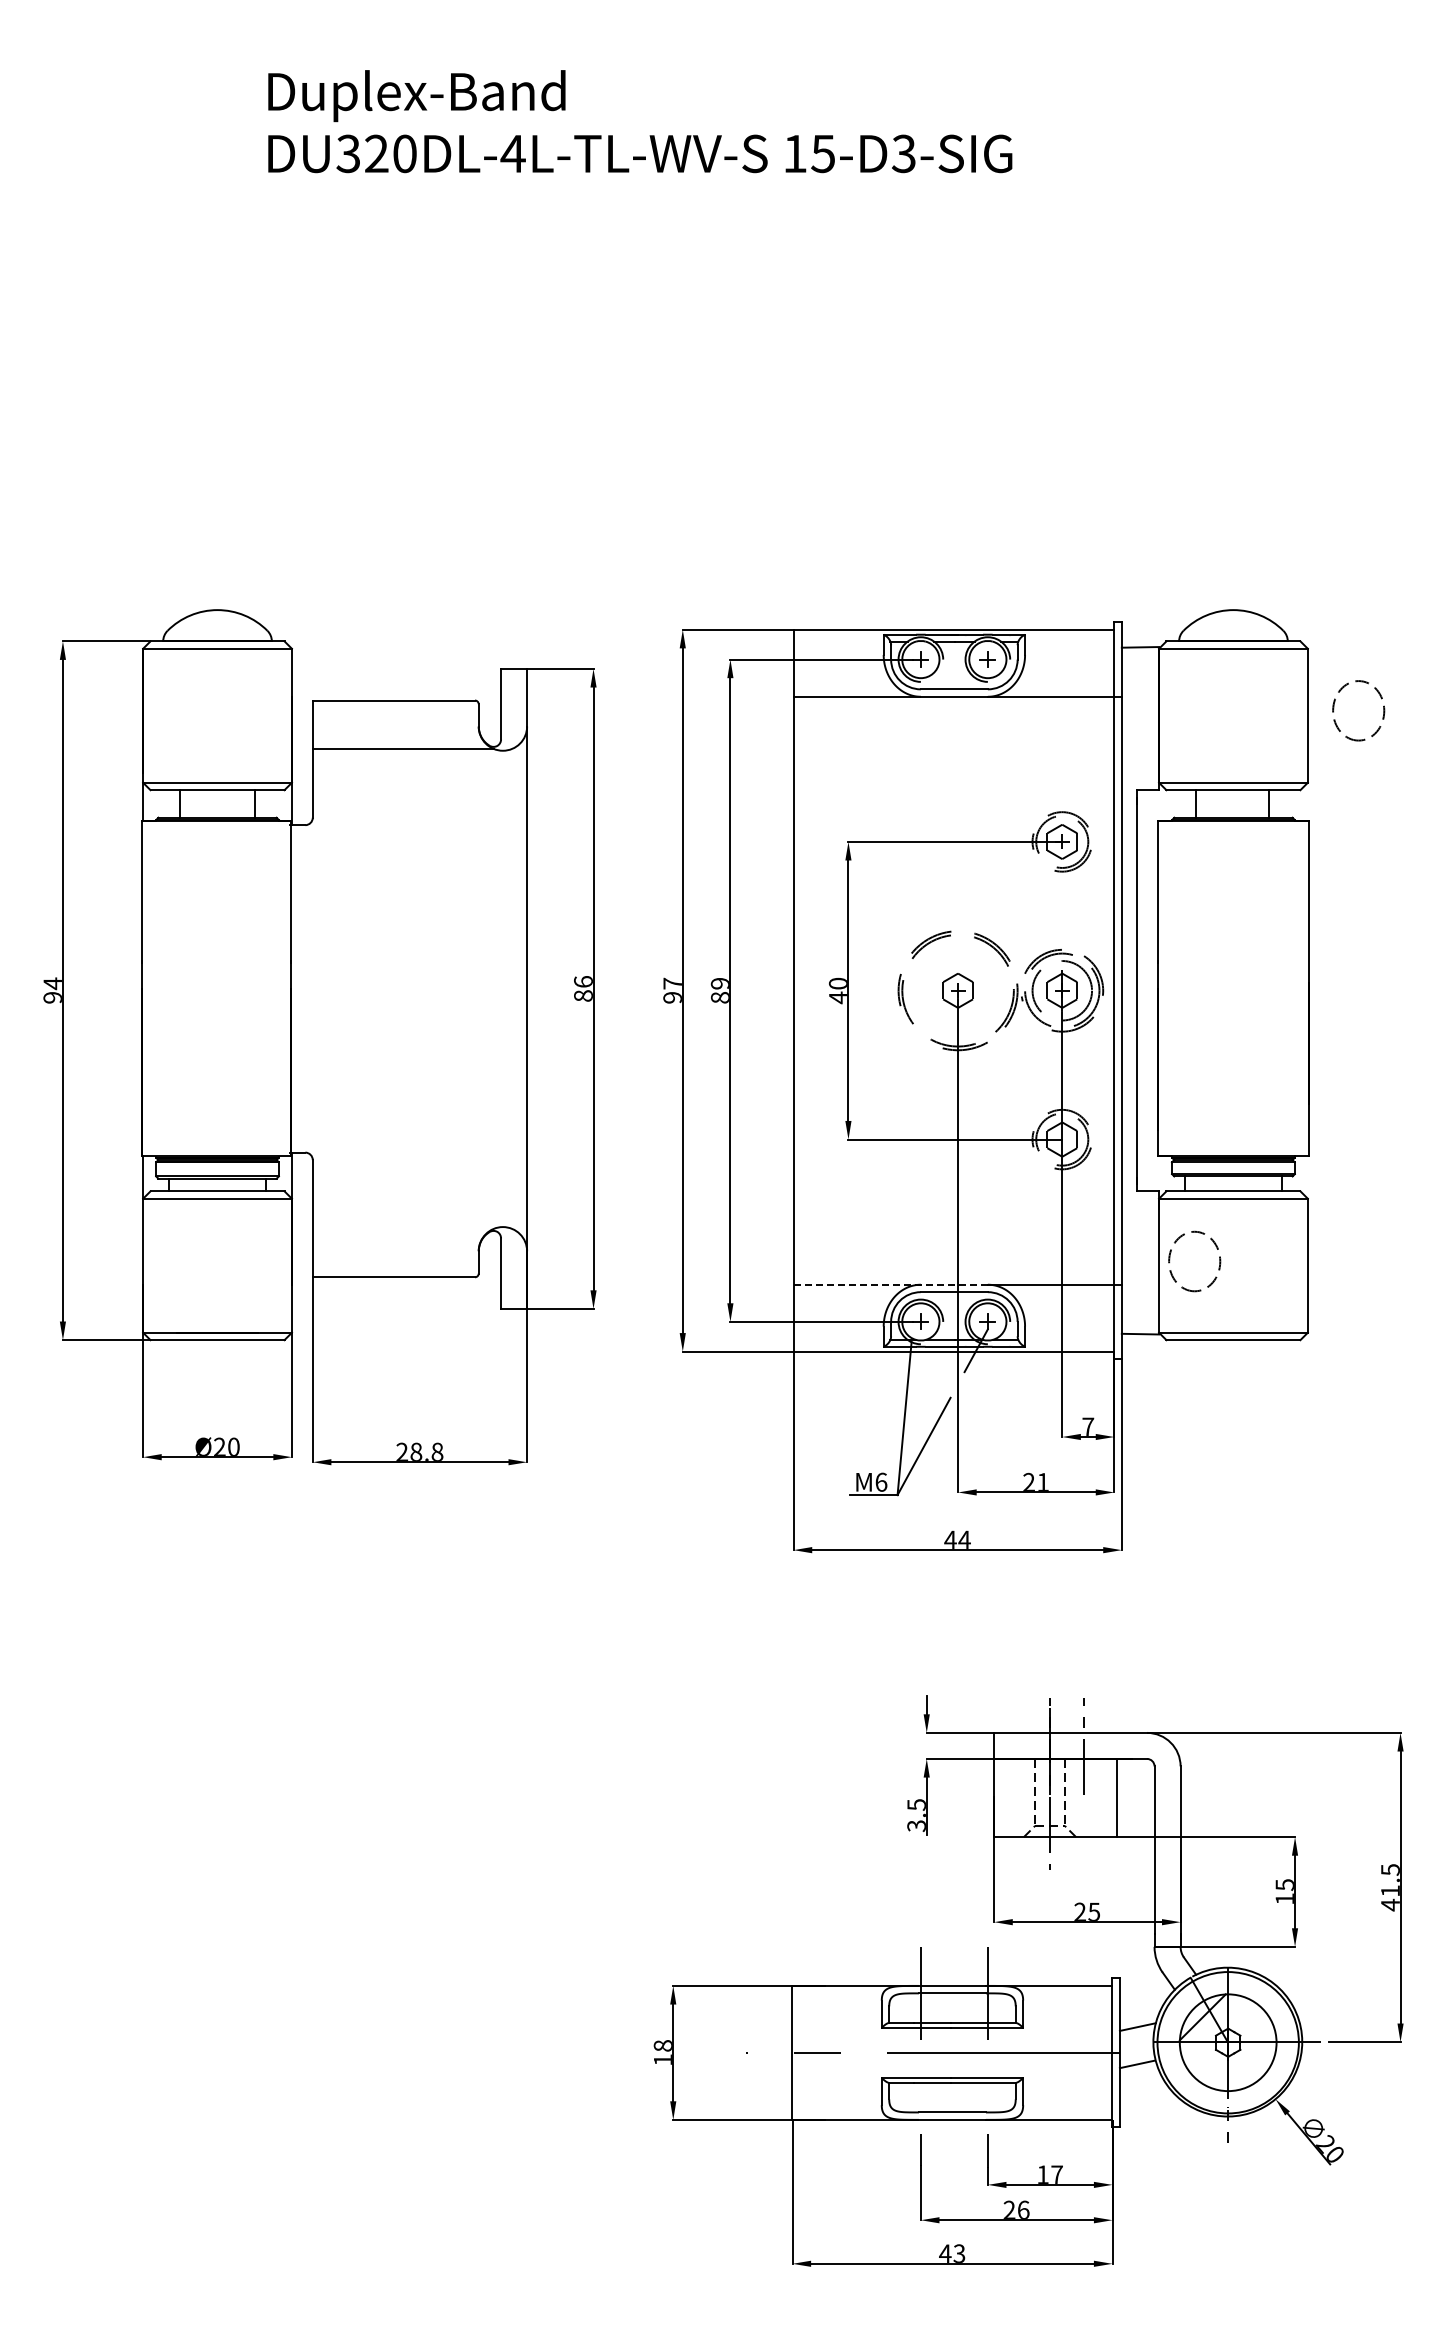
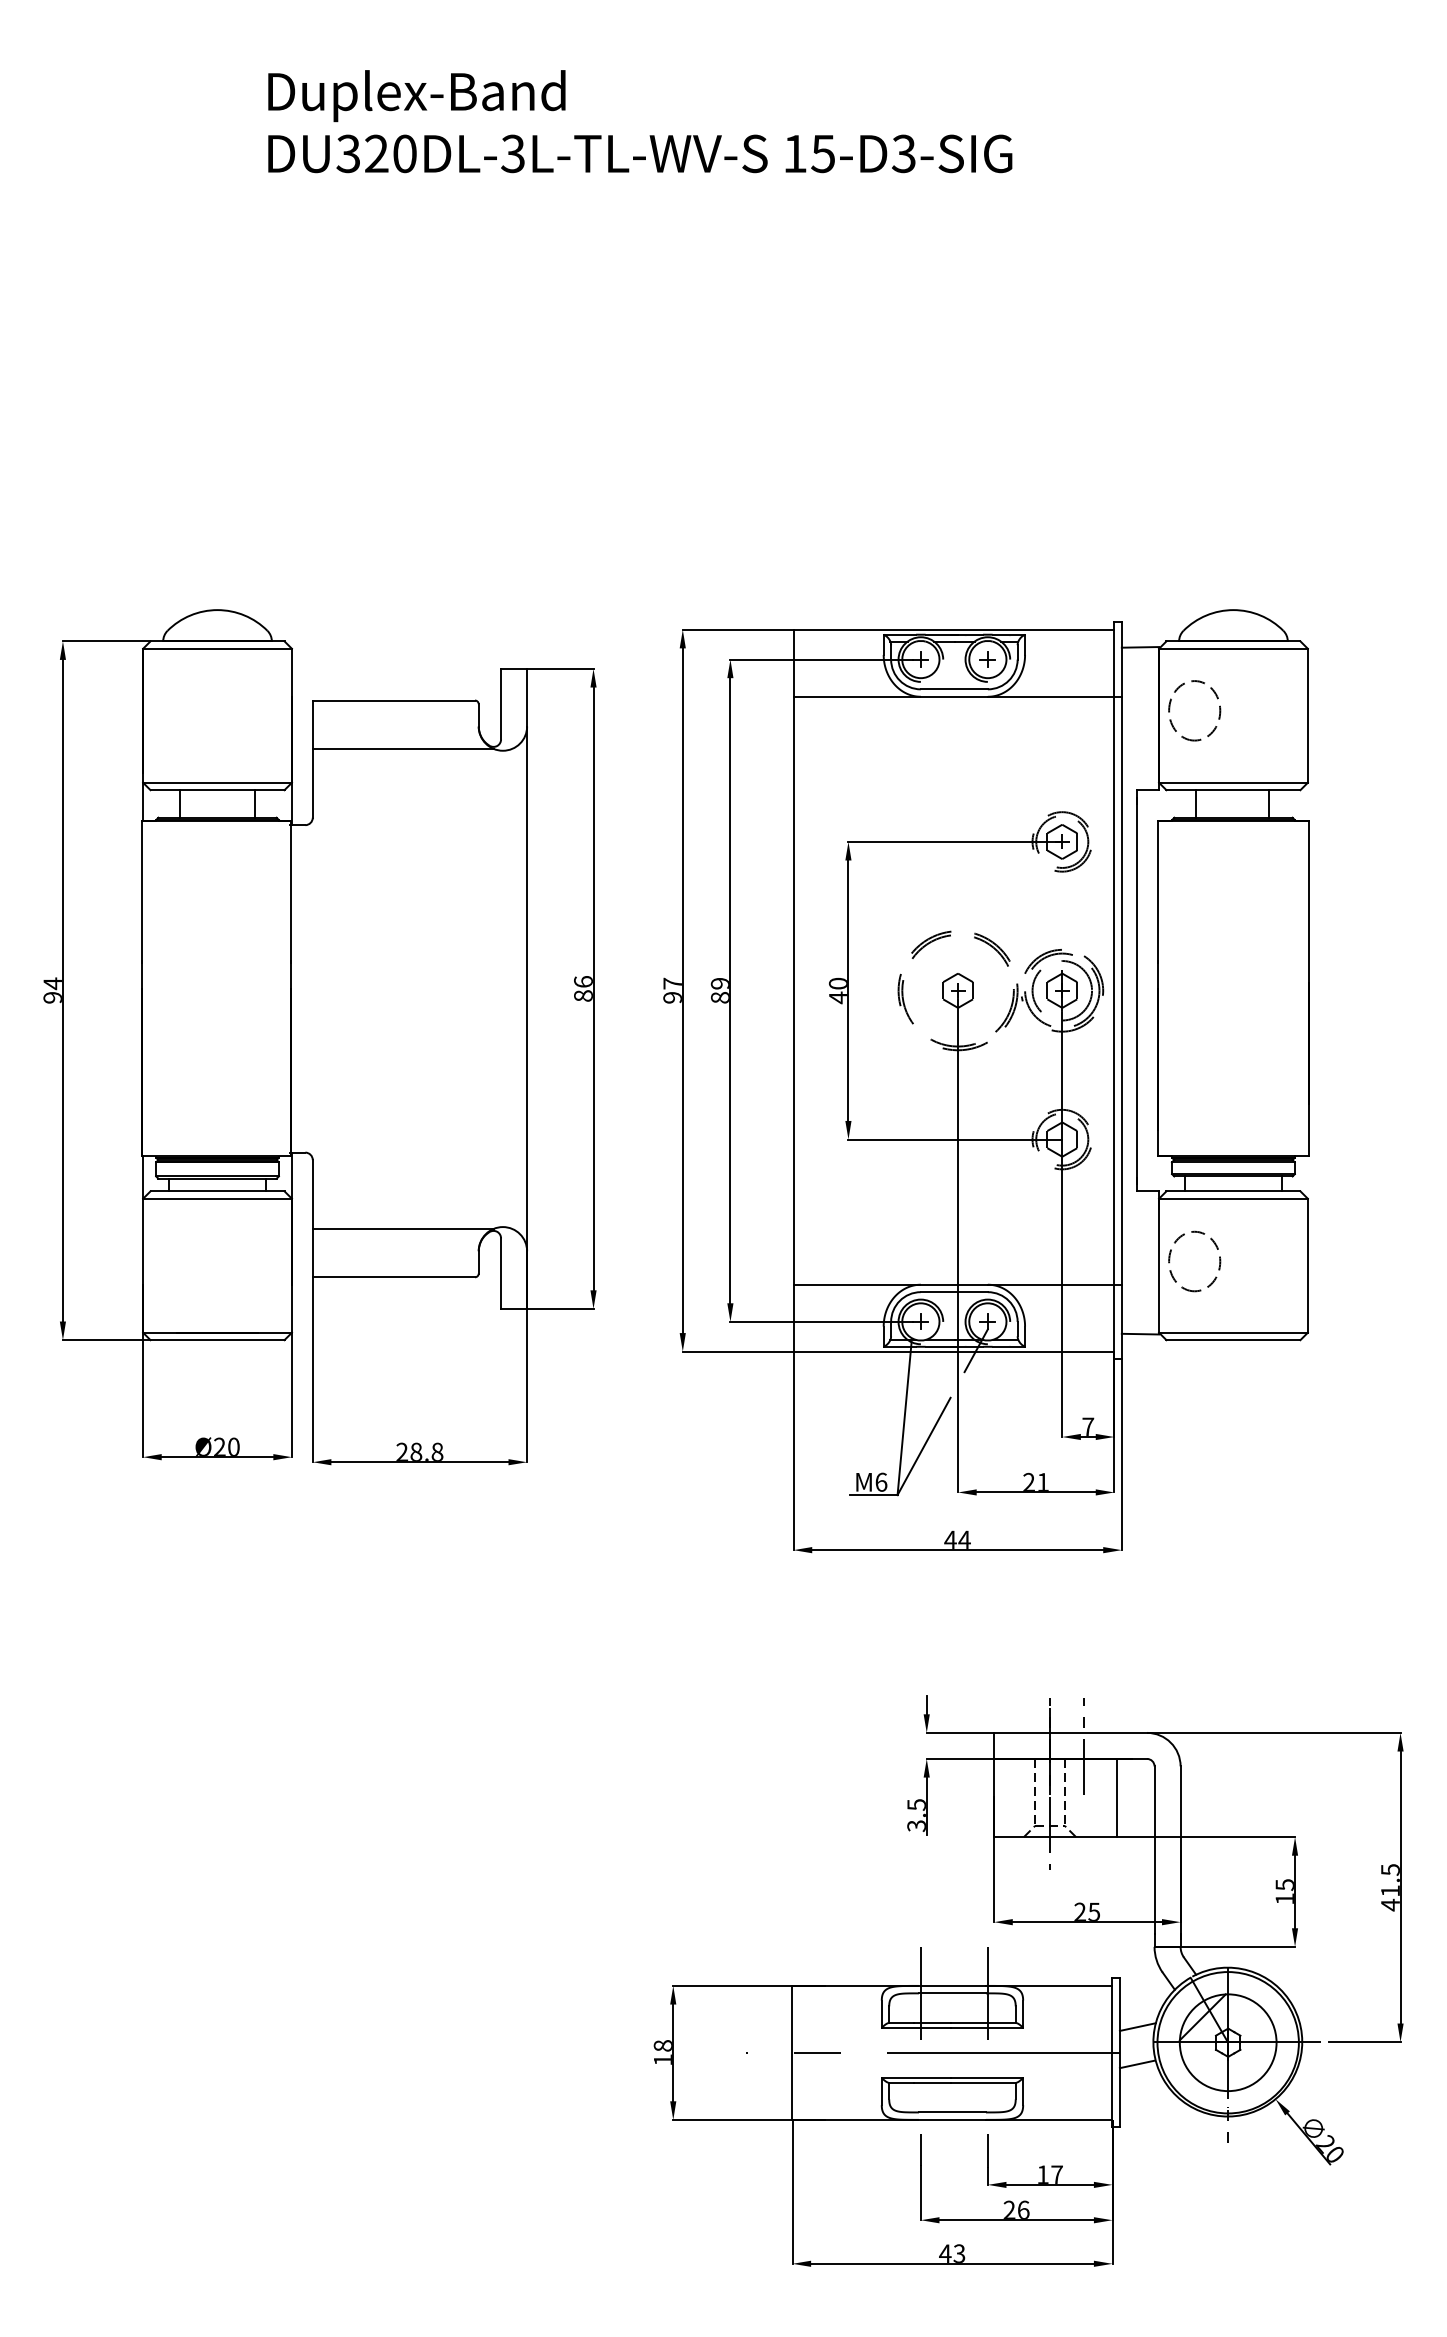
text at (512, 153): DU320DL-4L-TL-WV-S -> DU320DL-3L-TL-WV-S
part at (1334, 709) position: (1334, 709) -> (1170, 709)
line at (402, 1228): none -> present
line at (891, 1284): dashed -> solid
